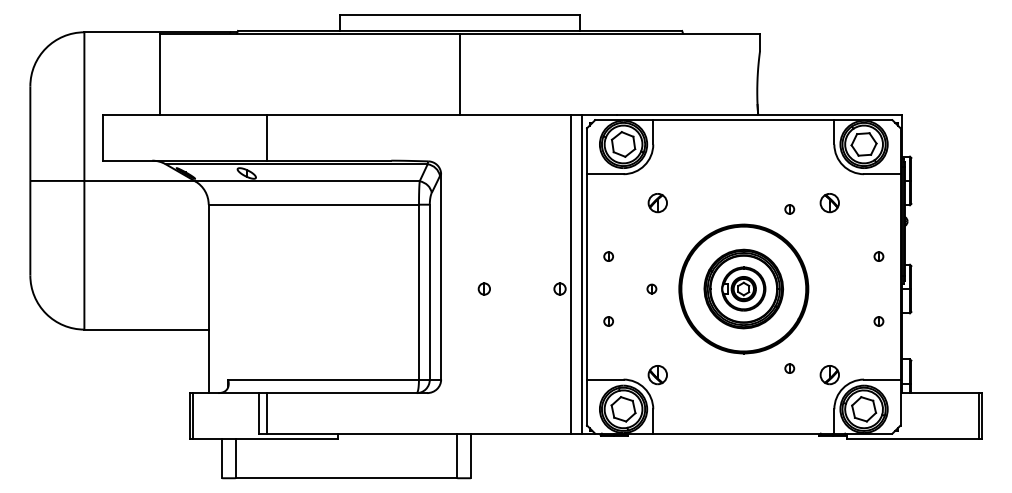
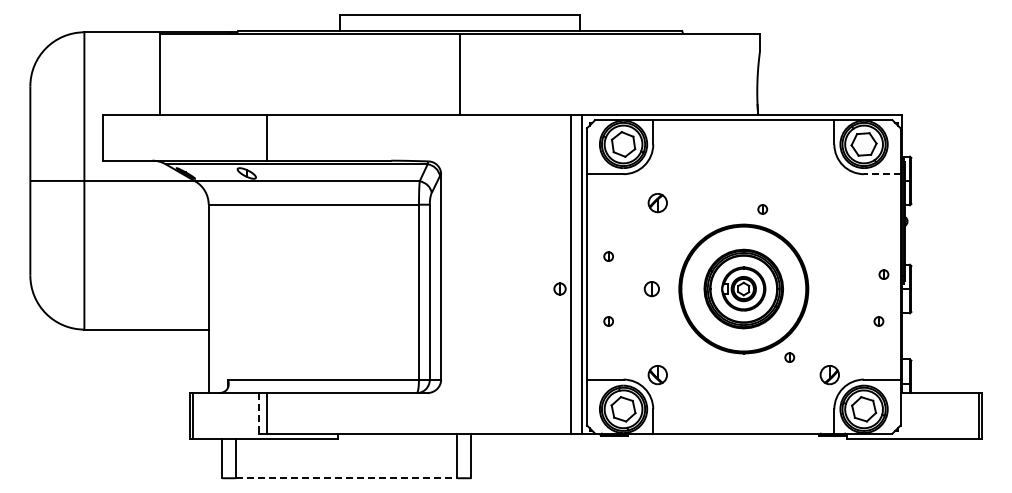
line at (881, 174): solid -> dashed
part at (829, 203): present -> none
part at (789, 209) position: (789, 209) -> (762, 209)
part at (878, 256) position: (878, 256) -> (883, 274)
part at (483, 288): present -> none
part at (651, 288) size: 12x12 px -> 17x17 px
part at (789, 368) position: (789, 368) -> (789, 357)
line at (258, 413): solid -> dashed
line at (346, 478): solid -> dashed
